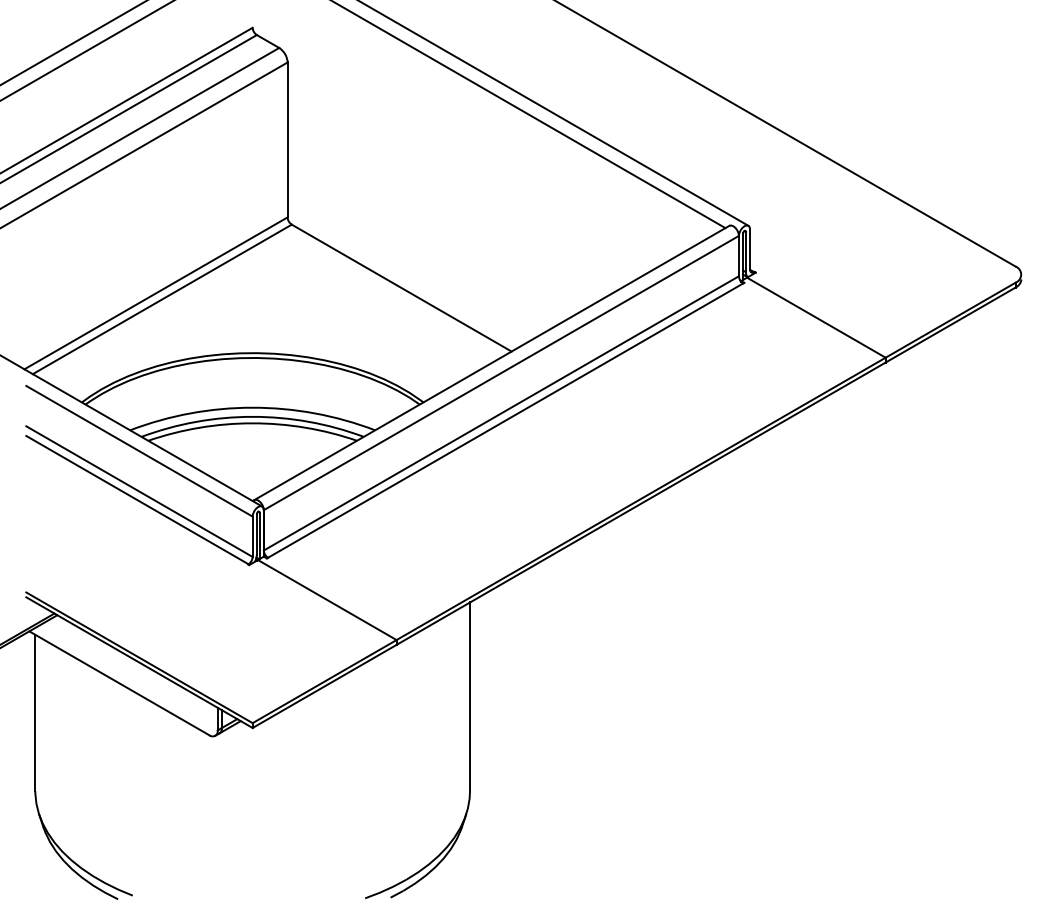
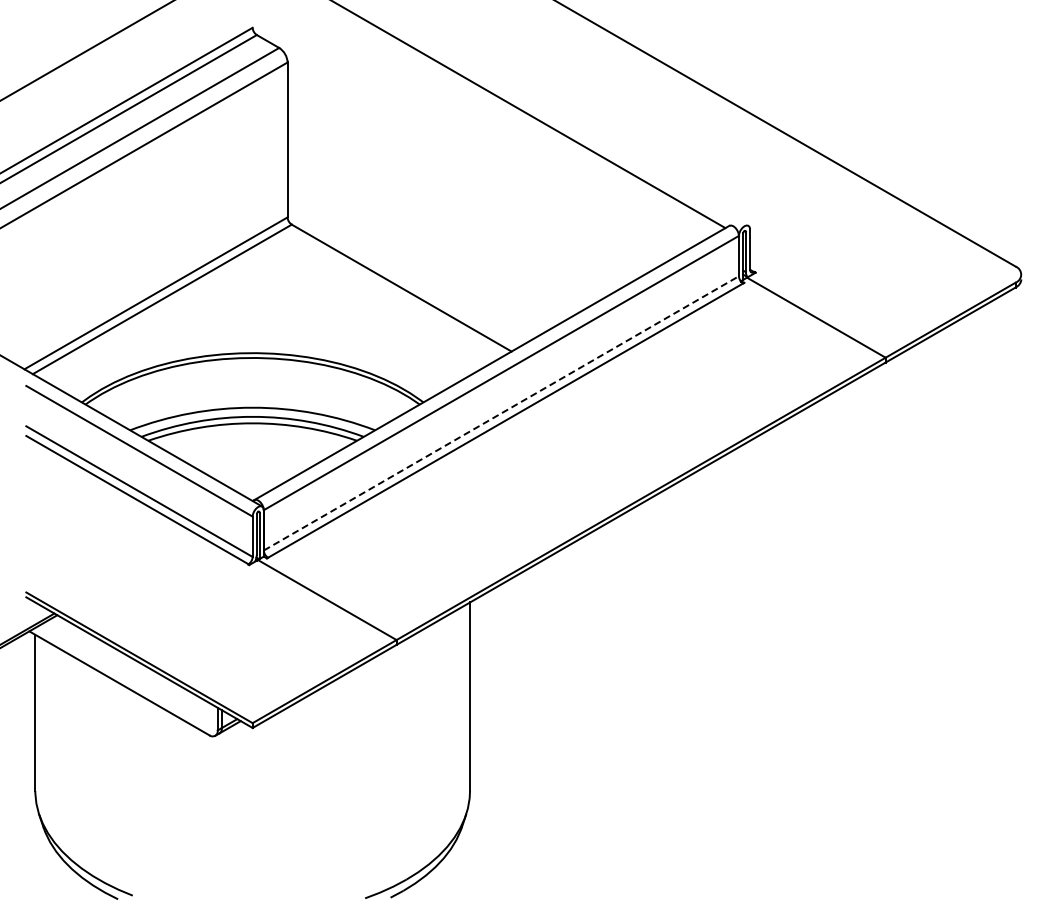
line at (73, 43): present -> none
line at (554, 113): present -> none
line at (501, 413): solid -> dashed
